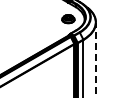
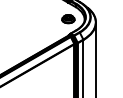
line at (95, 60): dashed -> solid
